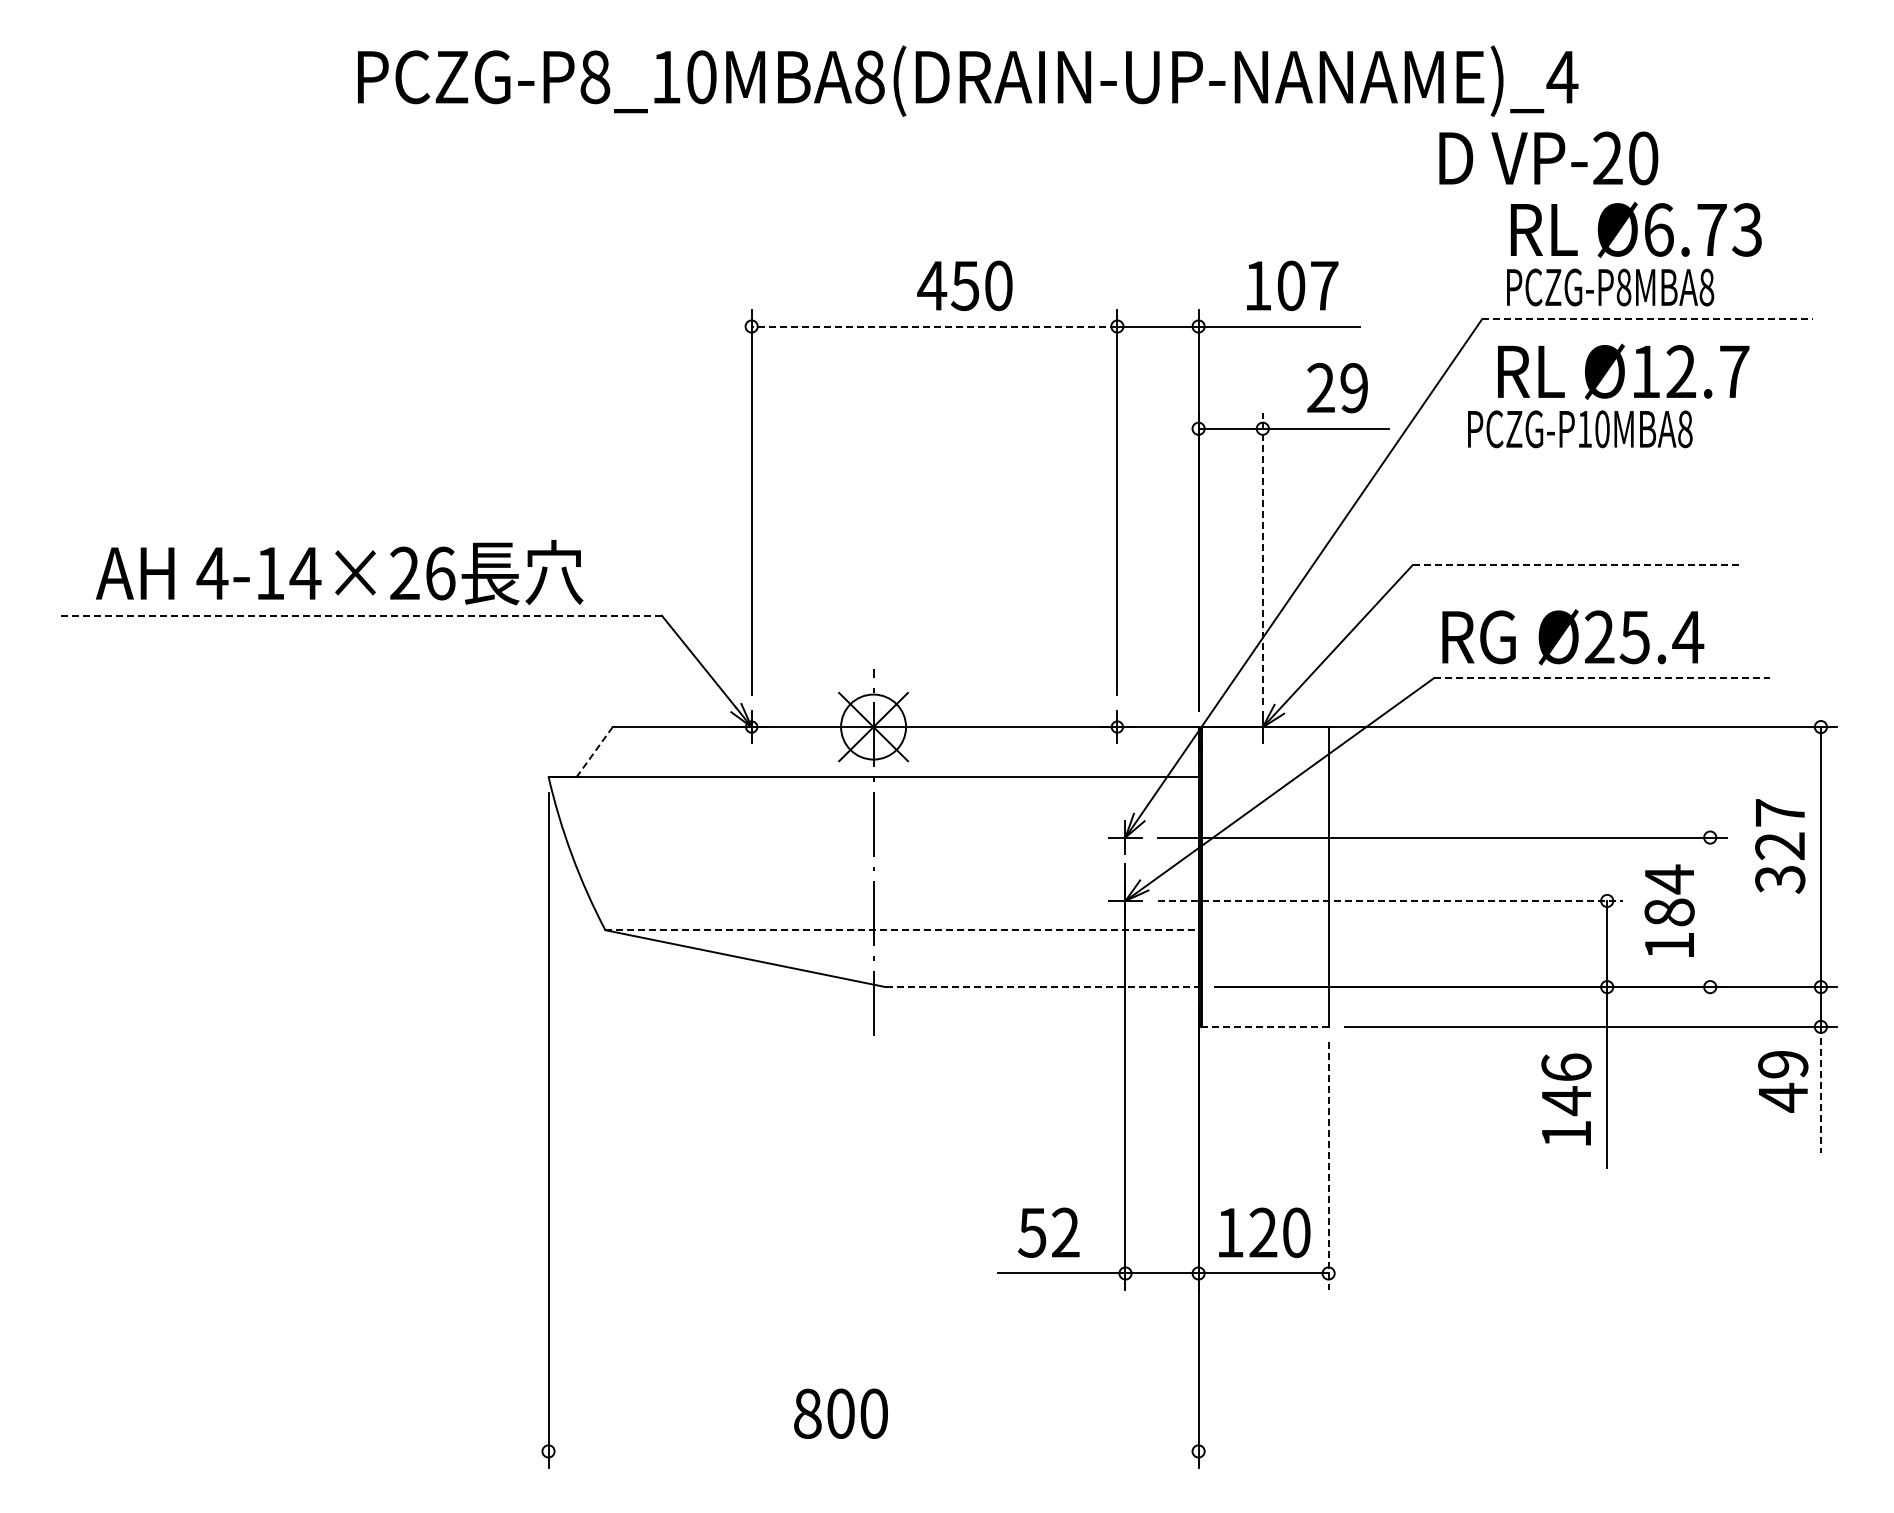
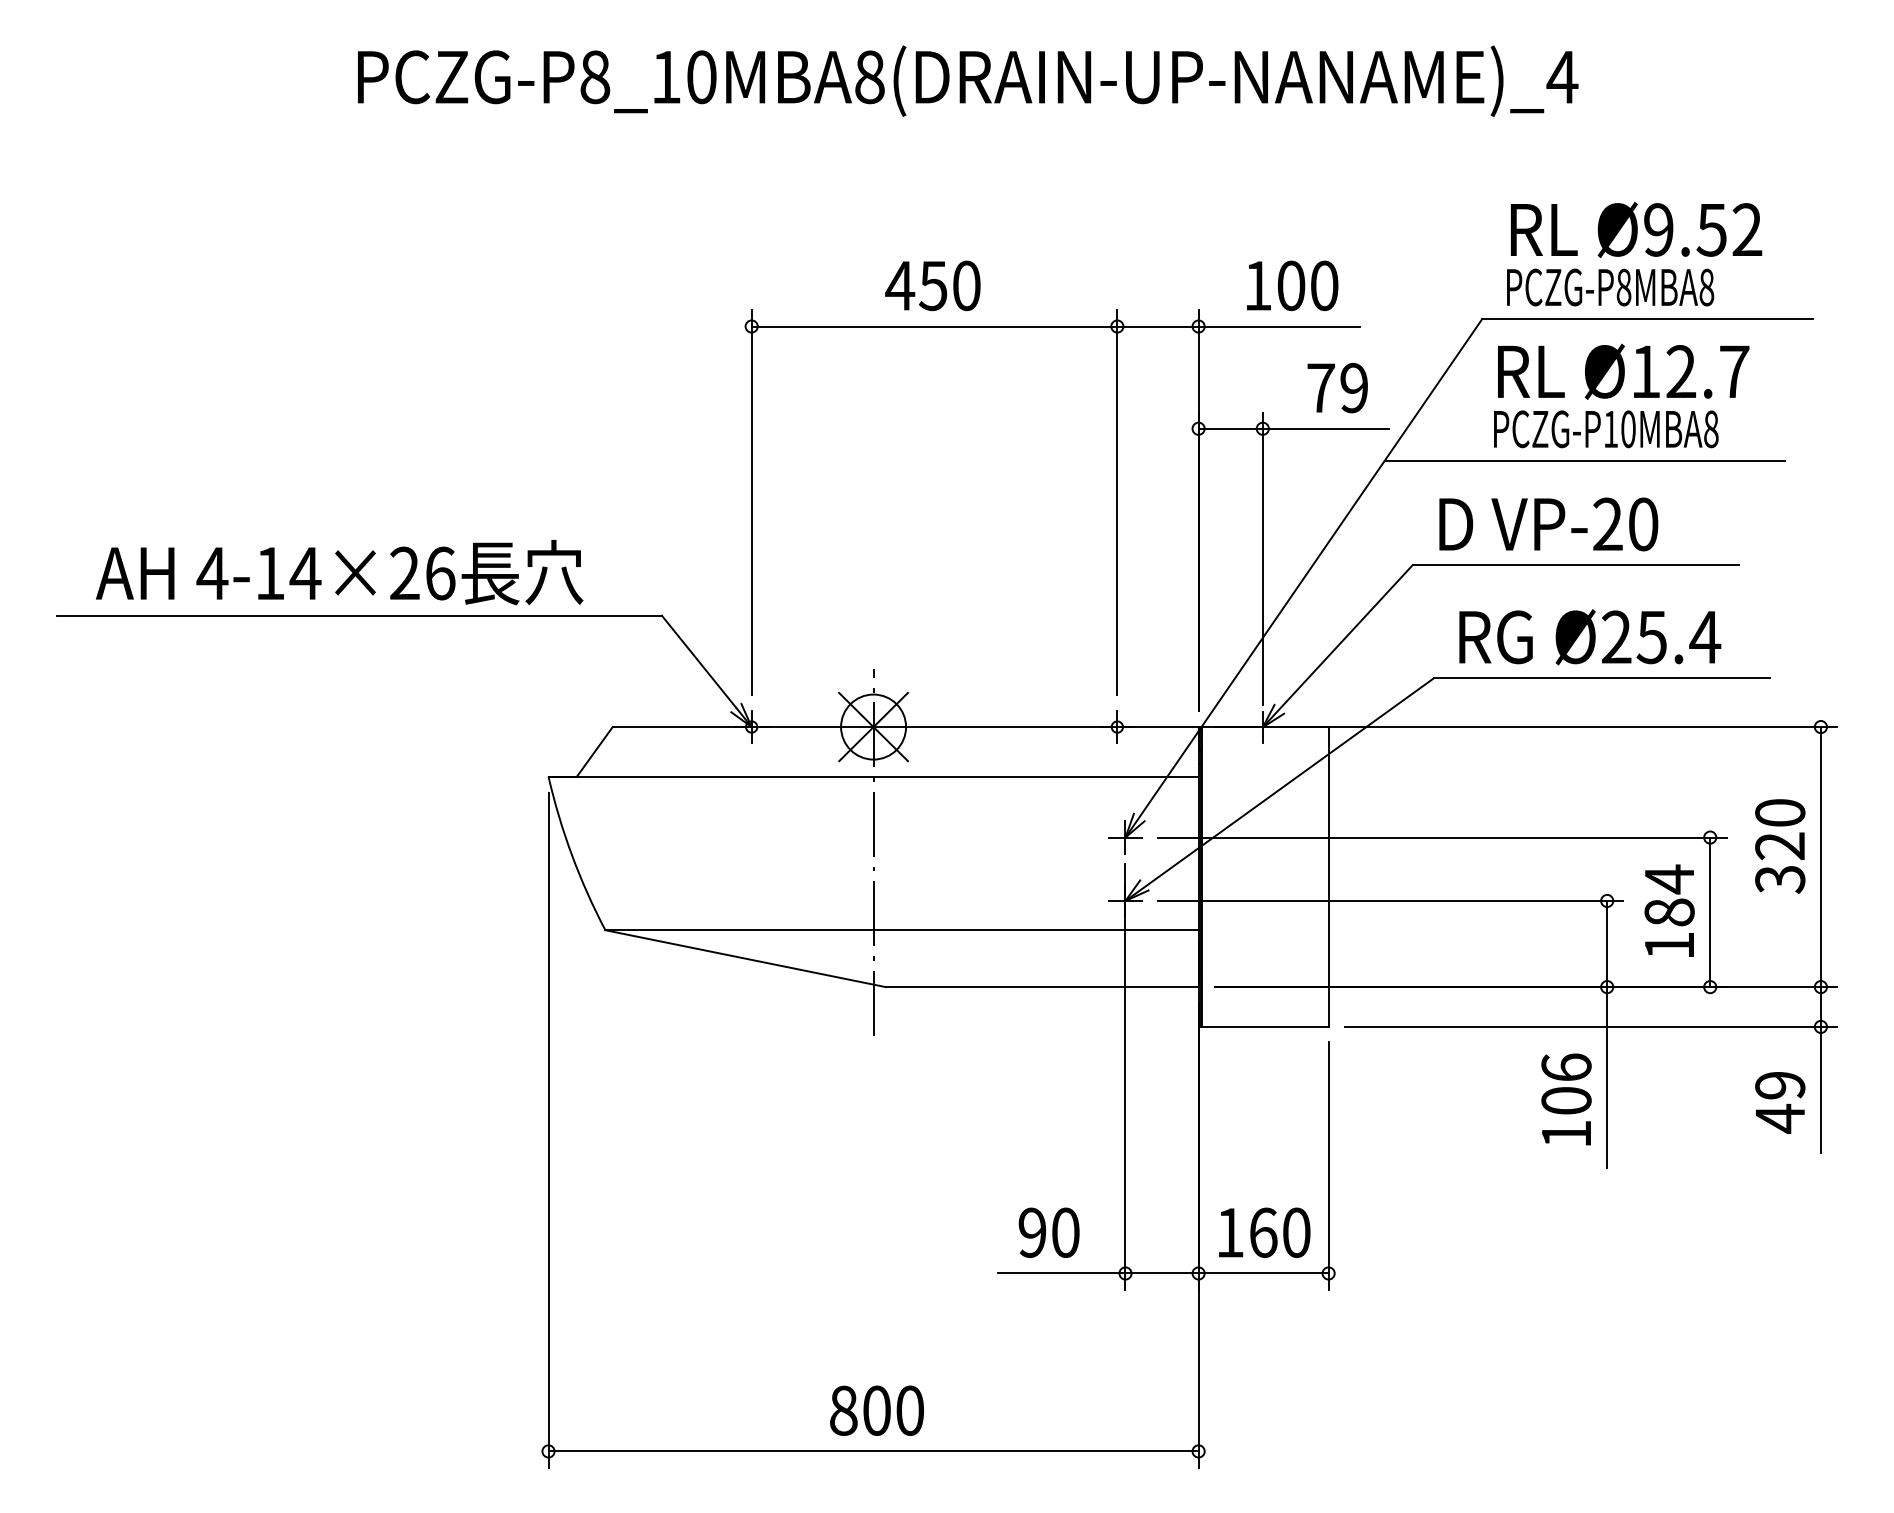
text at (1548, 158) position: (1548, 158) -> (1548, 524)
text at (1703, 229): Ø6.73 -> Ø9.52
text at (964, 285) position: (964, 285) -> (932, 285)
text at (1324, 285): 107 -> 100
line at (1648, 318): dashed -> solid
line at (934, 326): dashed -> solid
text at (1321, 387): 29 -> 79
text at (1580, 429) position: (1580, 429) -> (1606, 429)
line at (1584, 460): none -> present
line at (1262, 558): dashed -> solid
line at (1575, 565): dashed -> solid
line at (359, 615): dashed -> solid
text at (1573, 637) position: (1573, 637) -> (1590, 637)
line at (1602, 678): dashed -> solid
line at (594, 751): dashed -> solid
text at (1780, 812): 327 -> 320
line at (1390, 900): dashed -> solid
line at (1710, 912): none -> present
line at (902, 930): dashed -> solid
line at (1042, 987): dashed -> solid
line at (1265, 1026): dashed -> solid
text at (1783, 1081) position: (1783, 1081) -> (1780, 1102)
line at (1820, 1089): dashed -> solid
text at (1566, 1101): 146 -> 106
line at (1328, 1165): dashed -> solid
text at (1048, 1232): 52 -> 90
text at (1263, 1232): 120 -> 160
text at (840, 1413) position: (840, 1413) -> (876, 1410)
line at (873, 1451): none -> present
